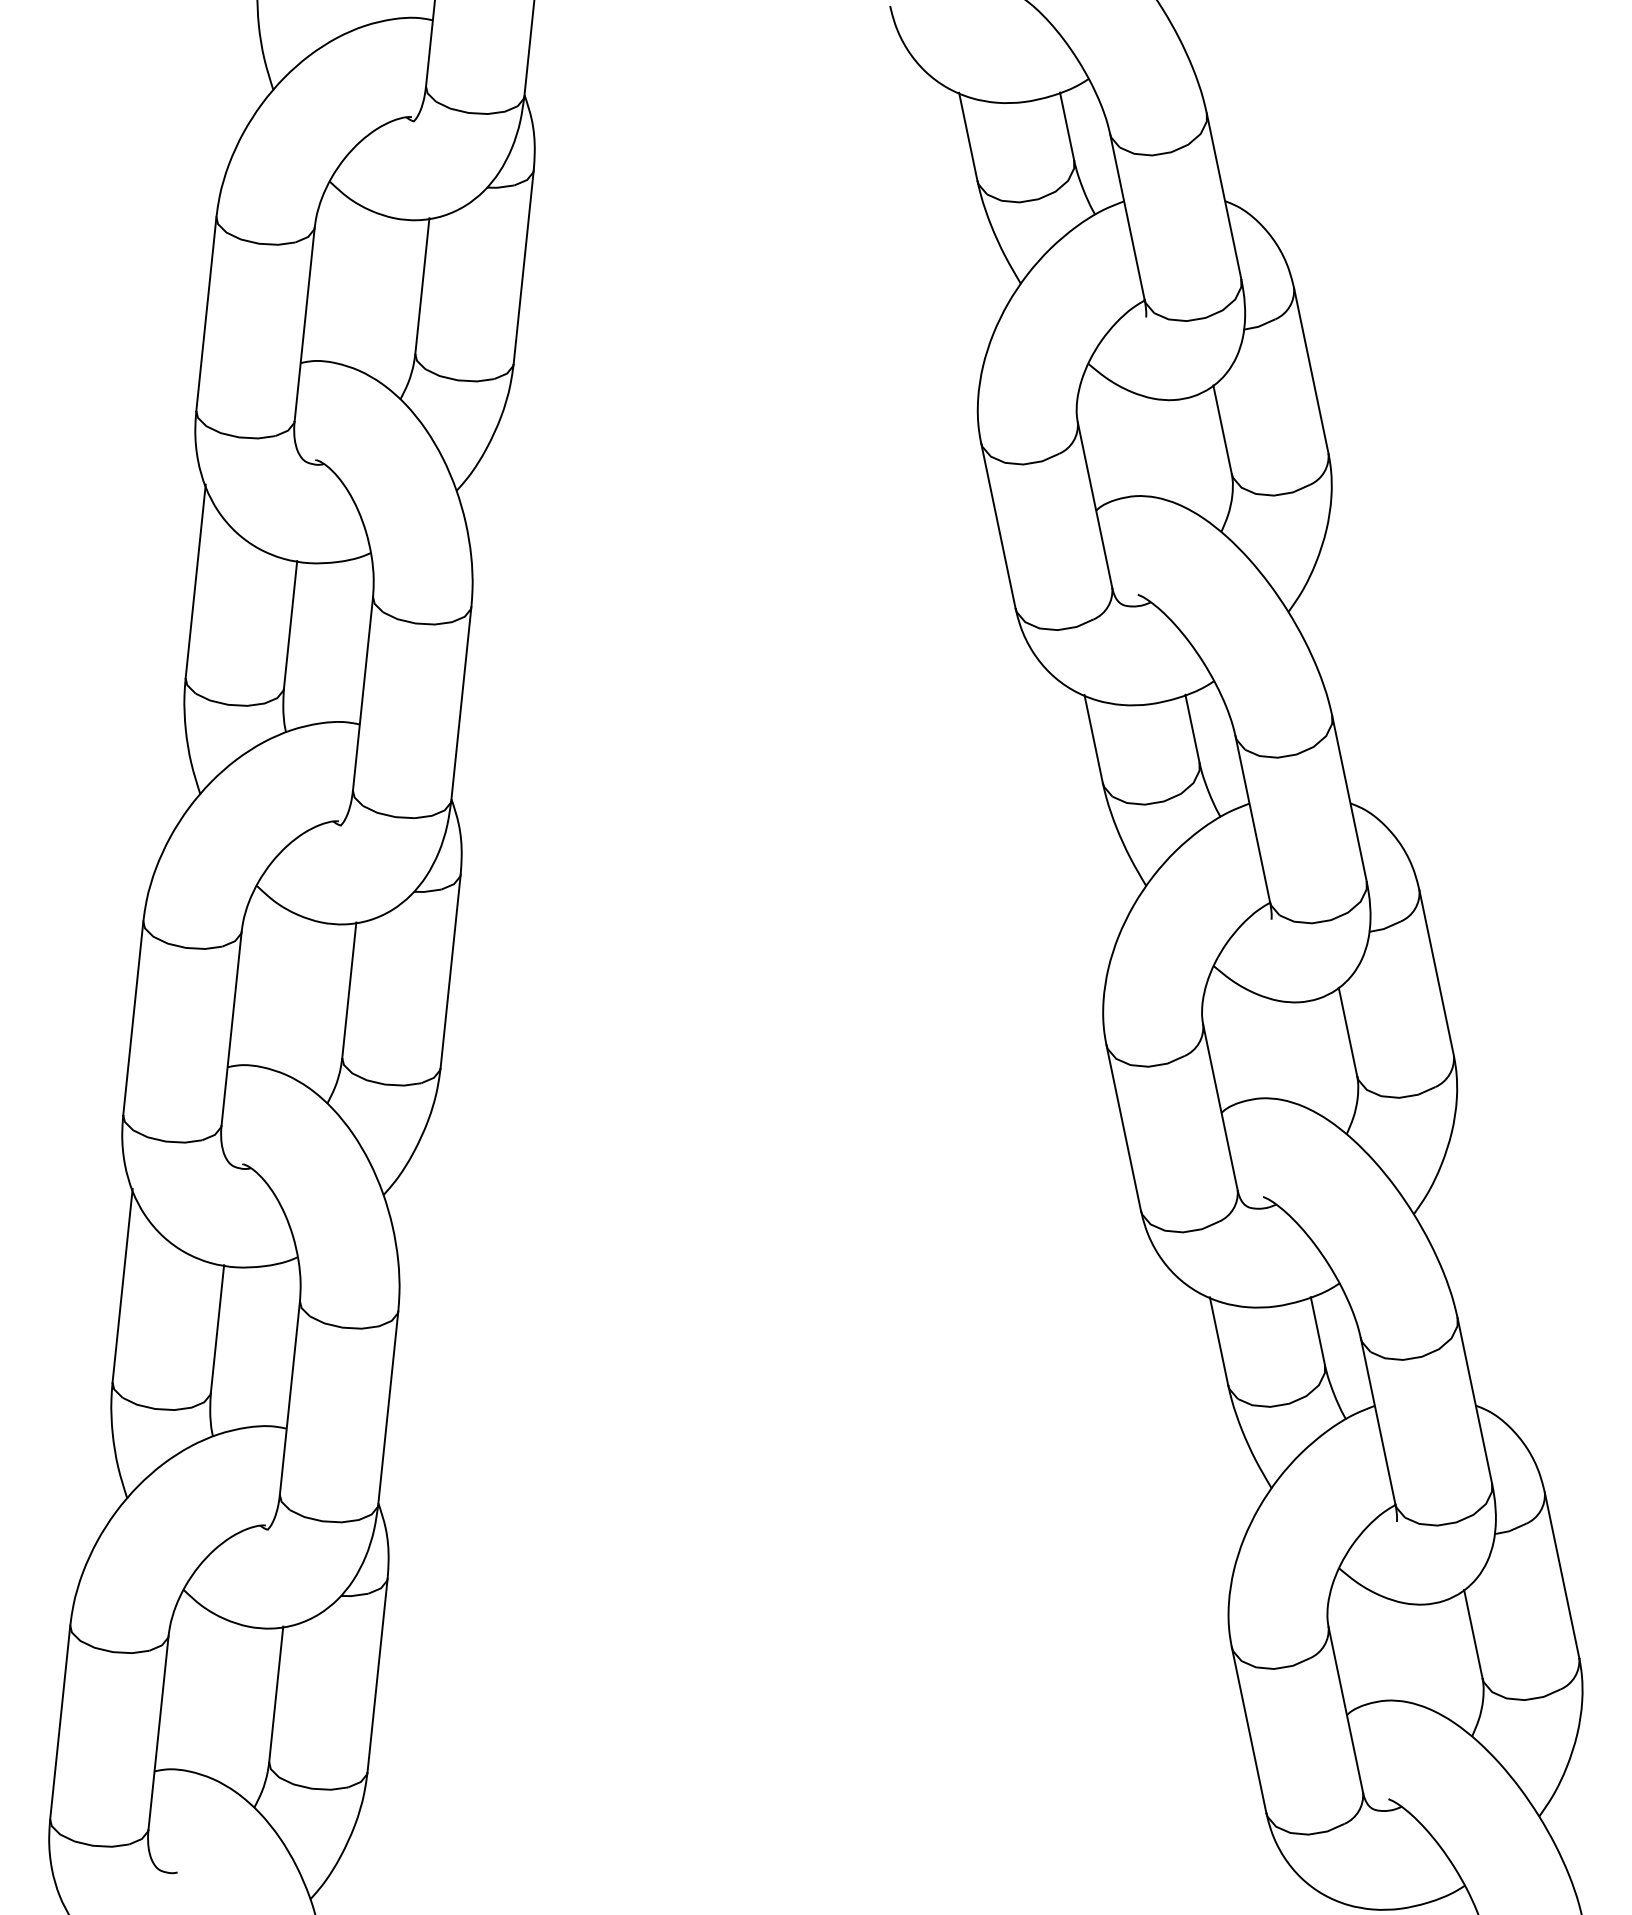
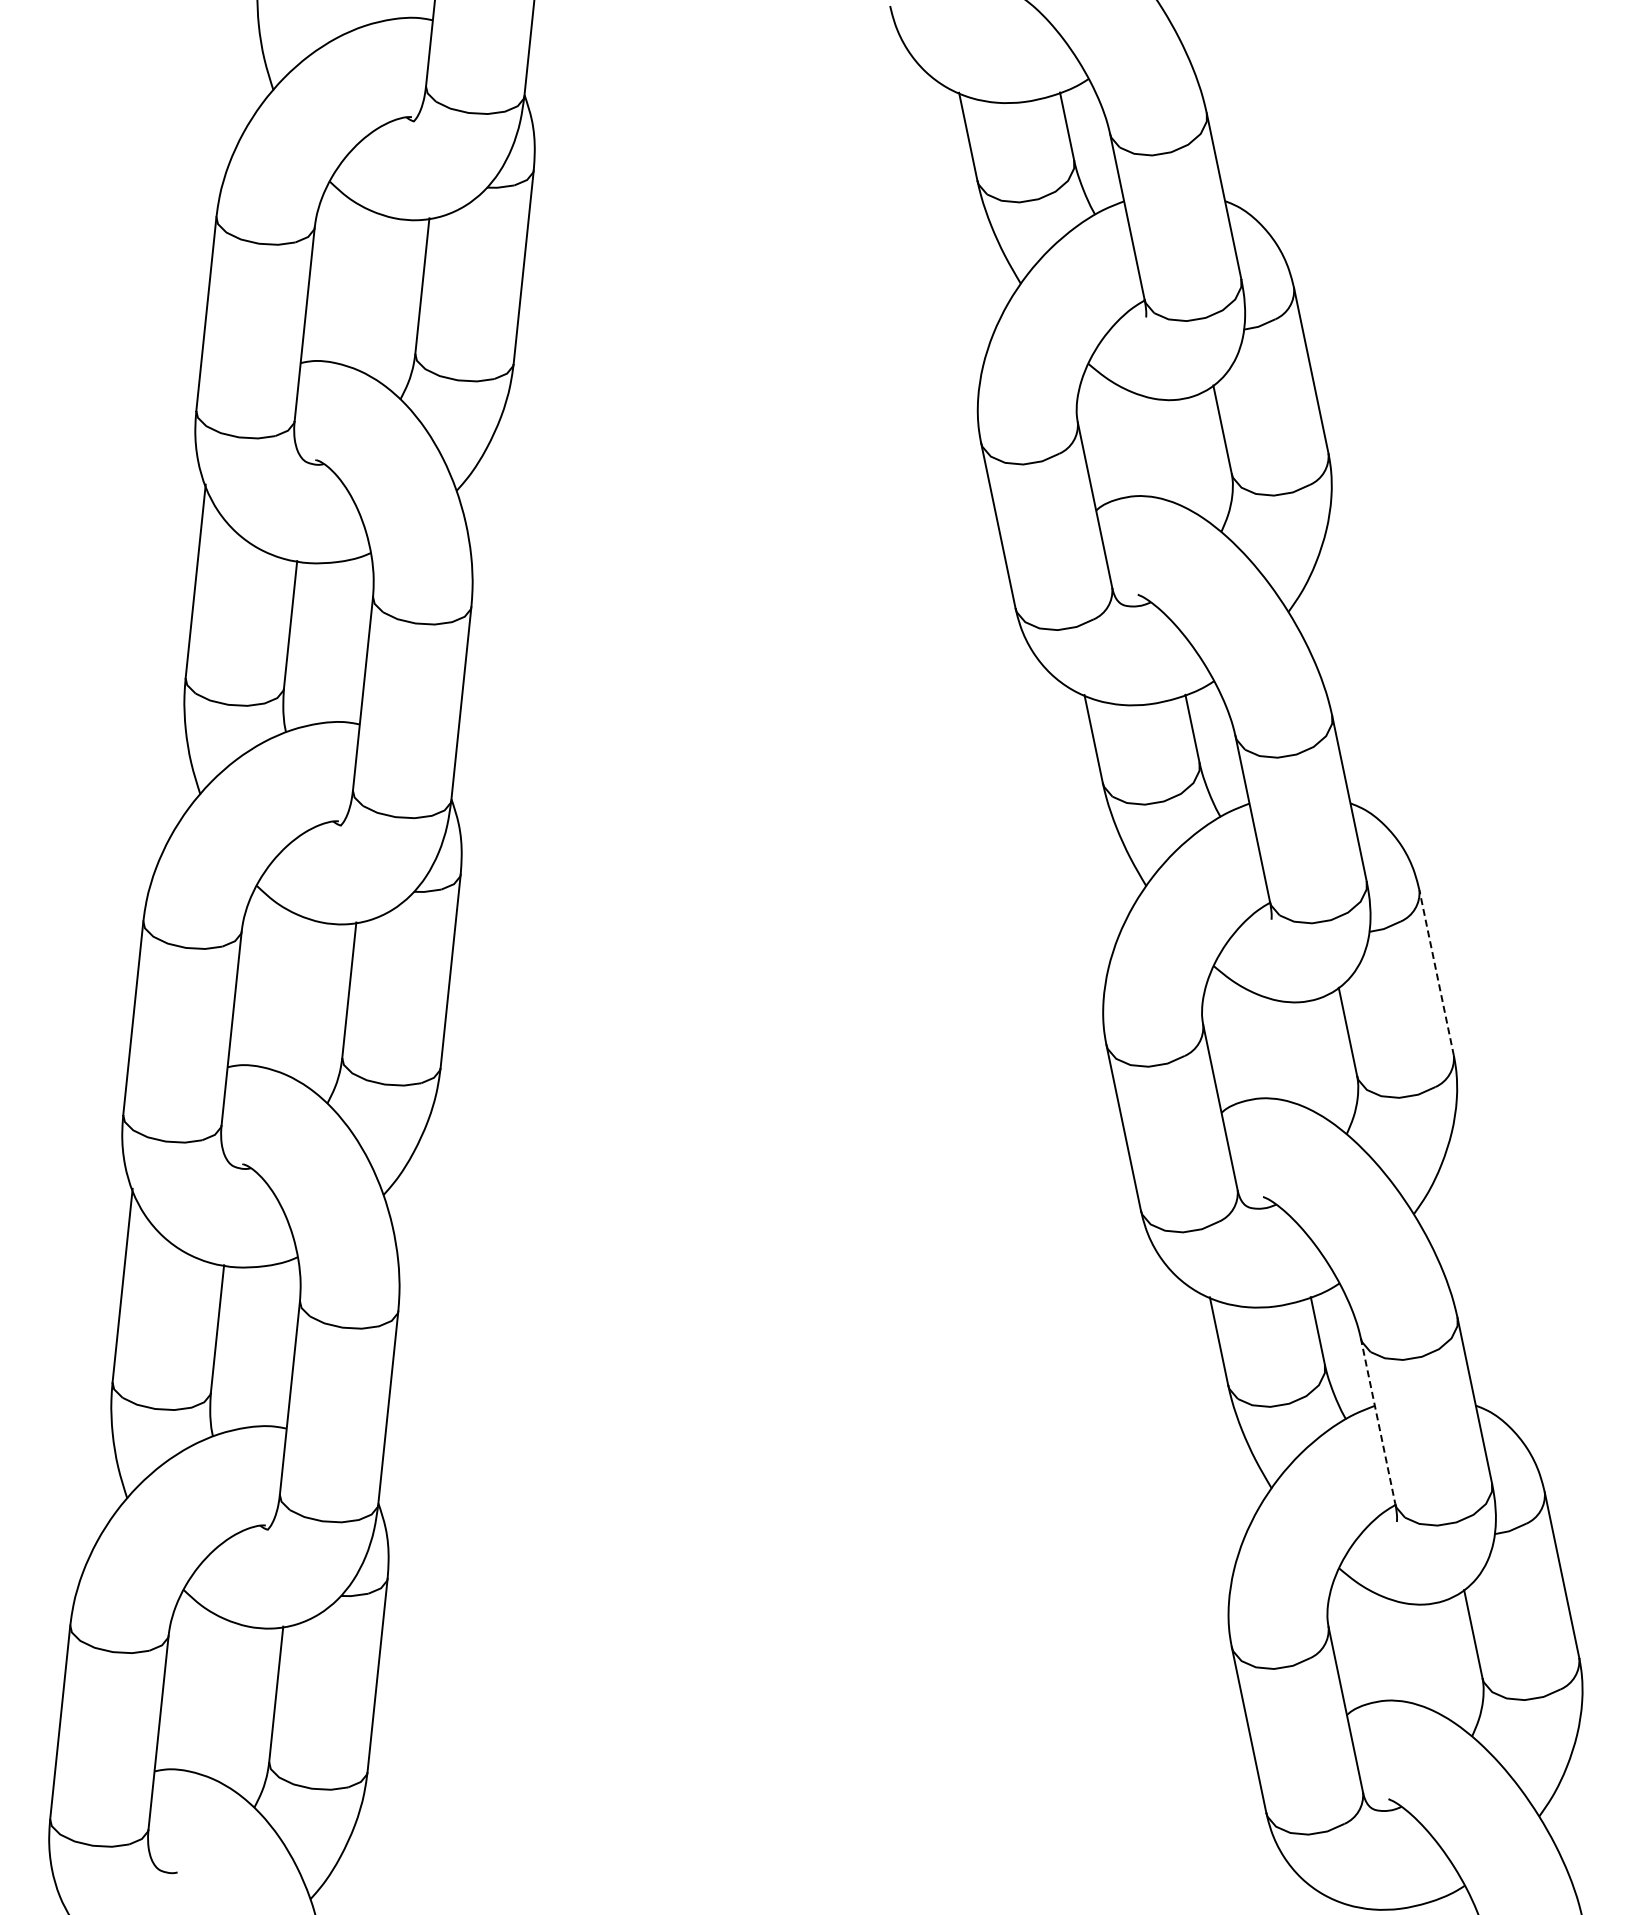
line at (1436, 973): solid -> dashed
line at (1378, 1420): solid -> dashed
